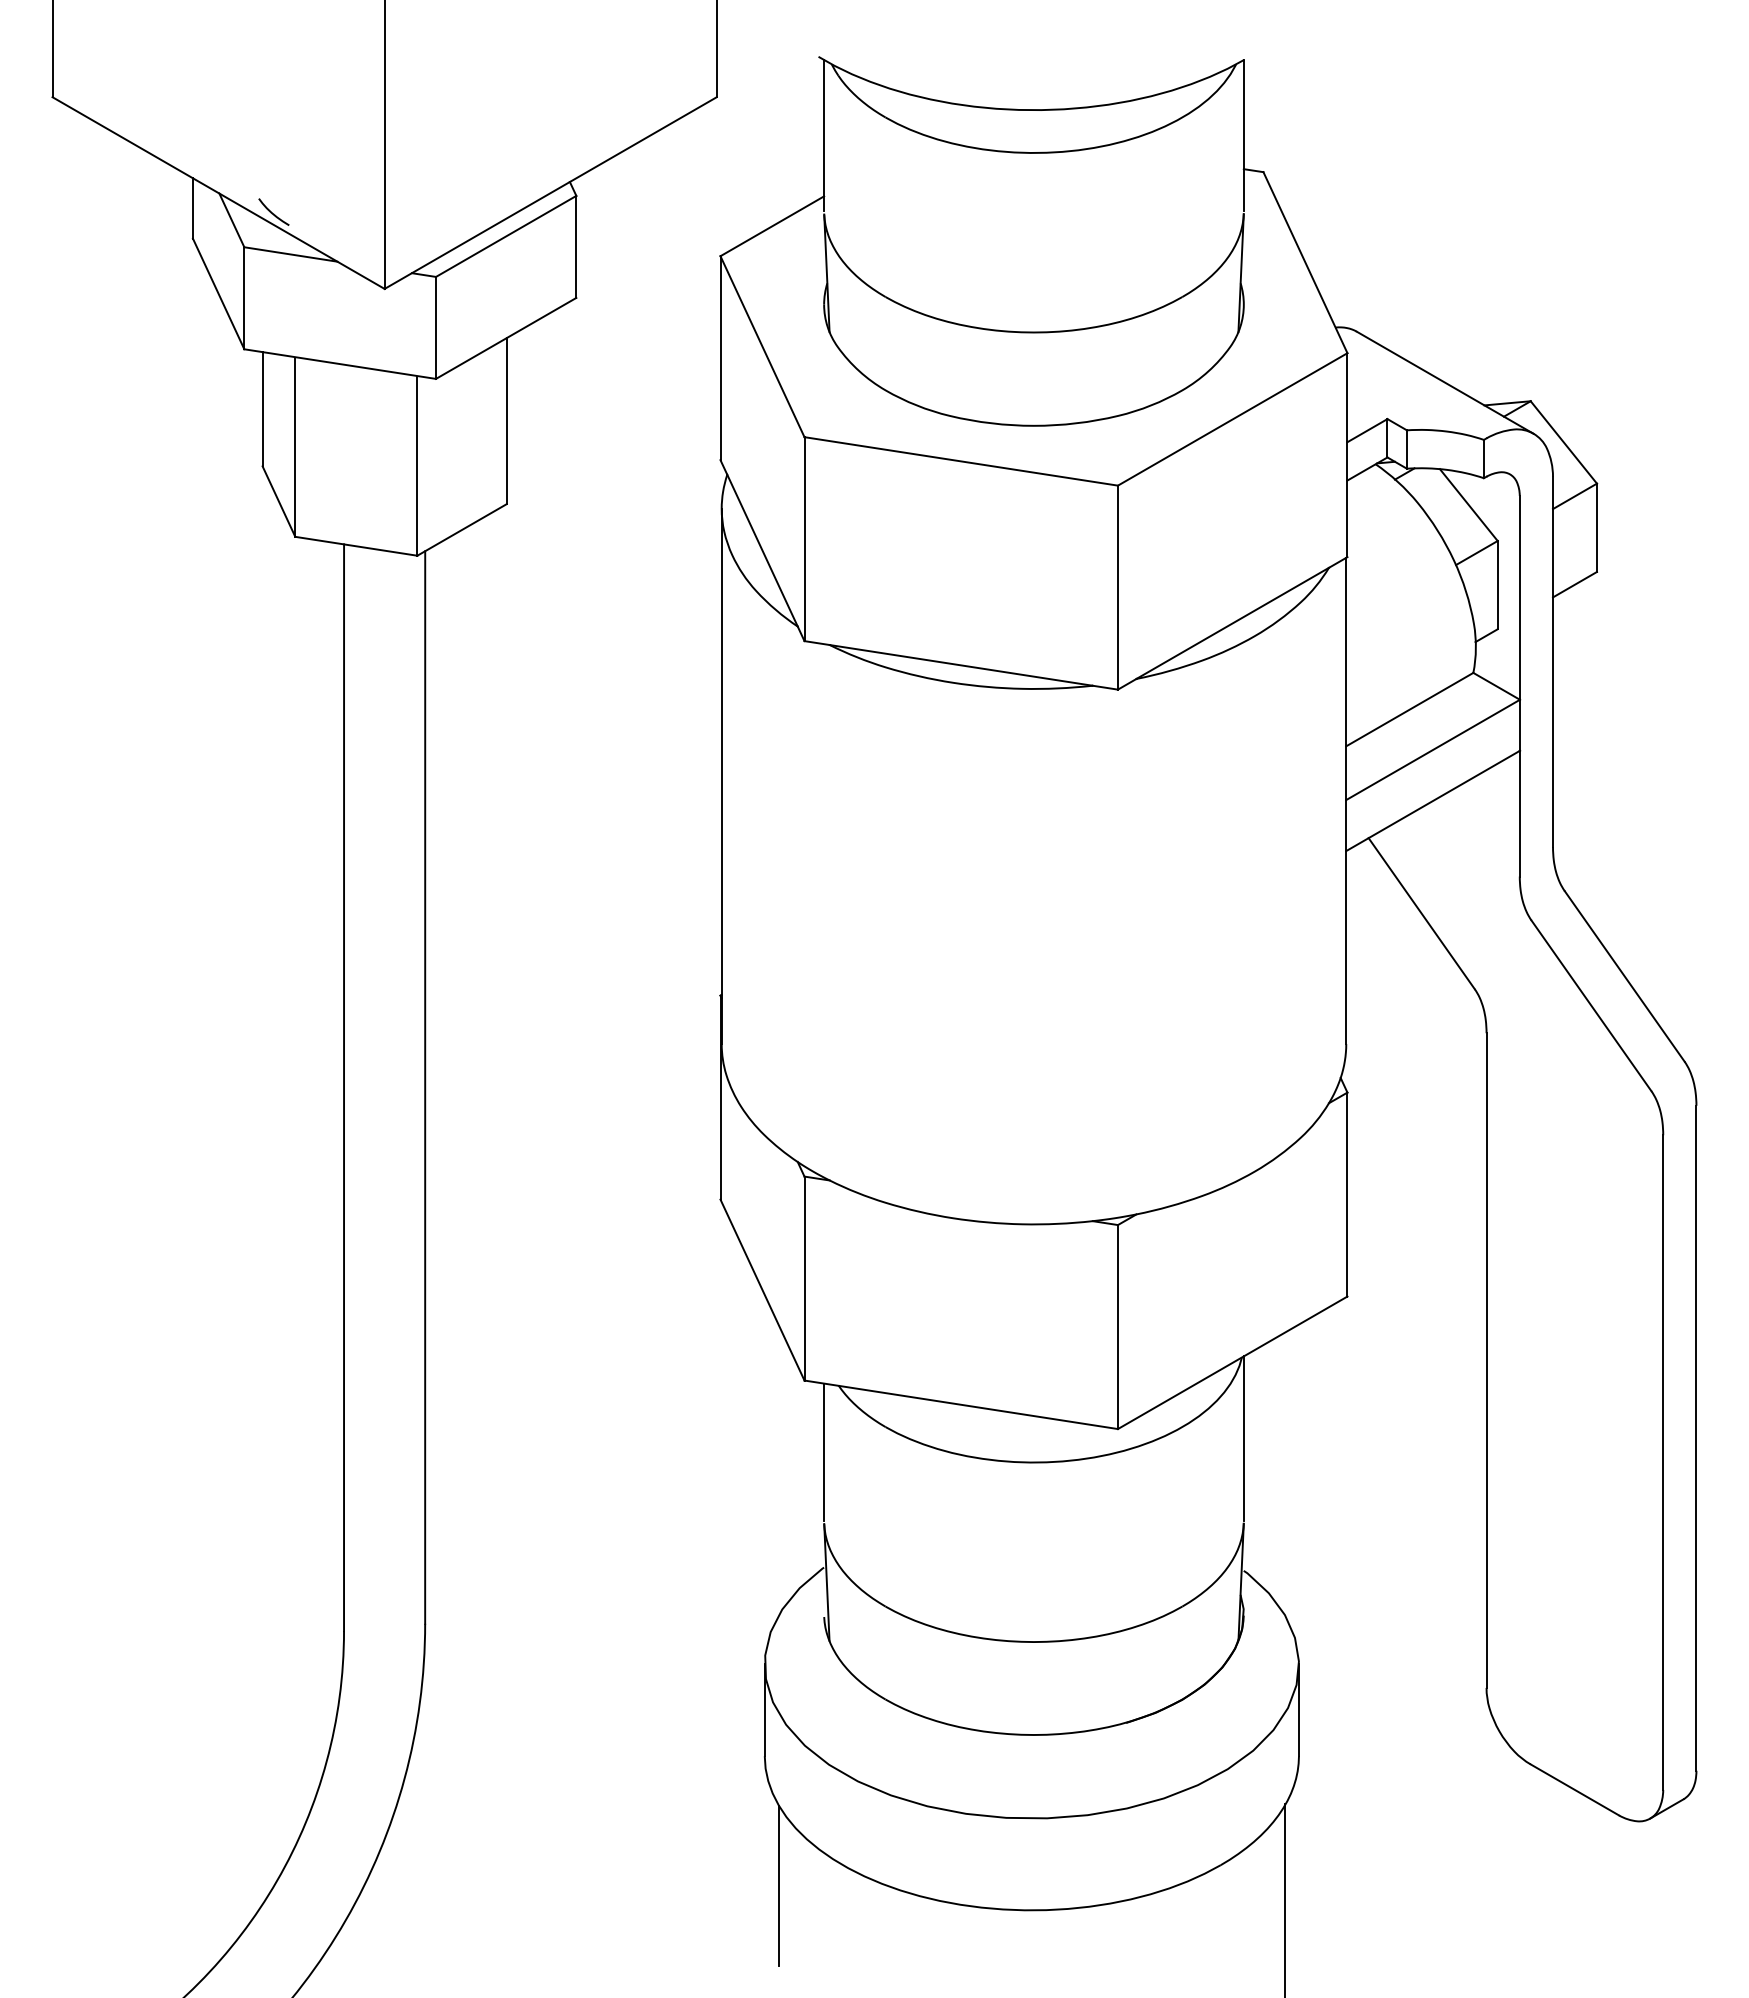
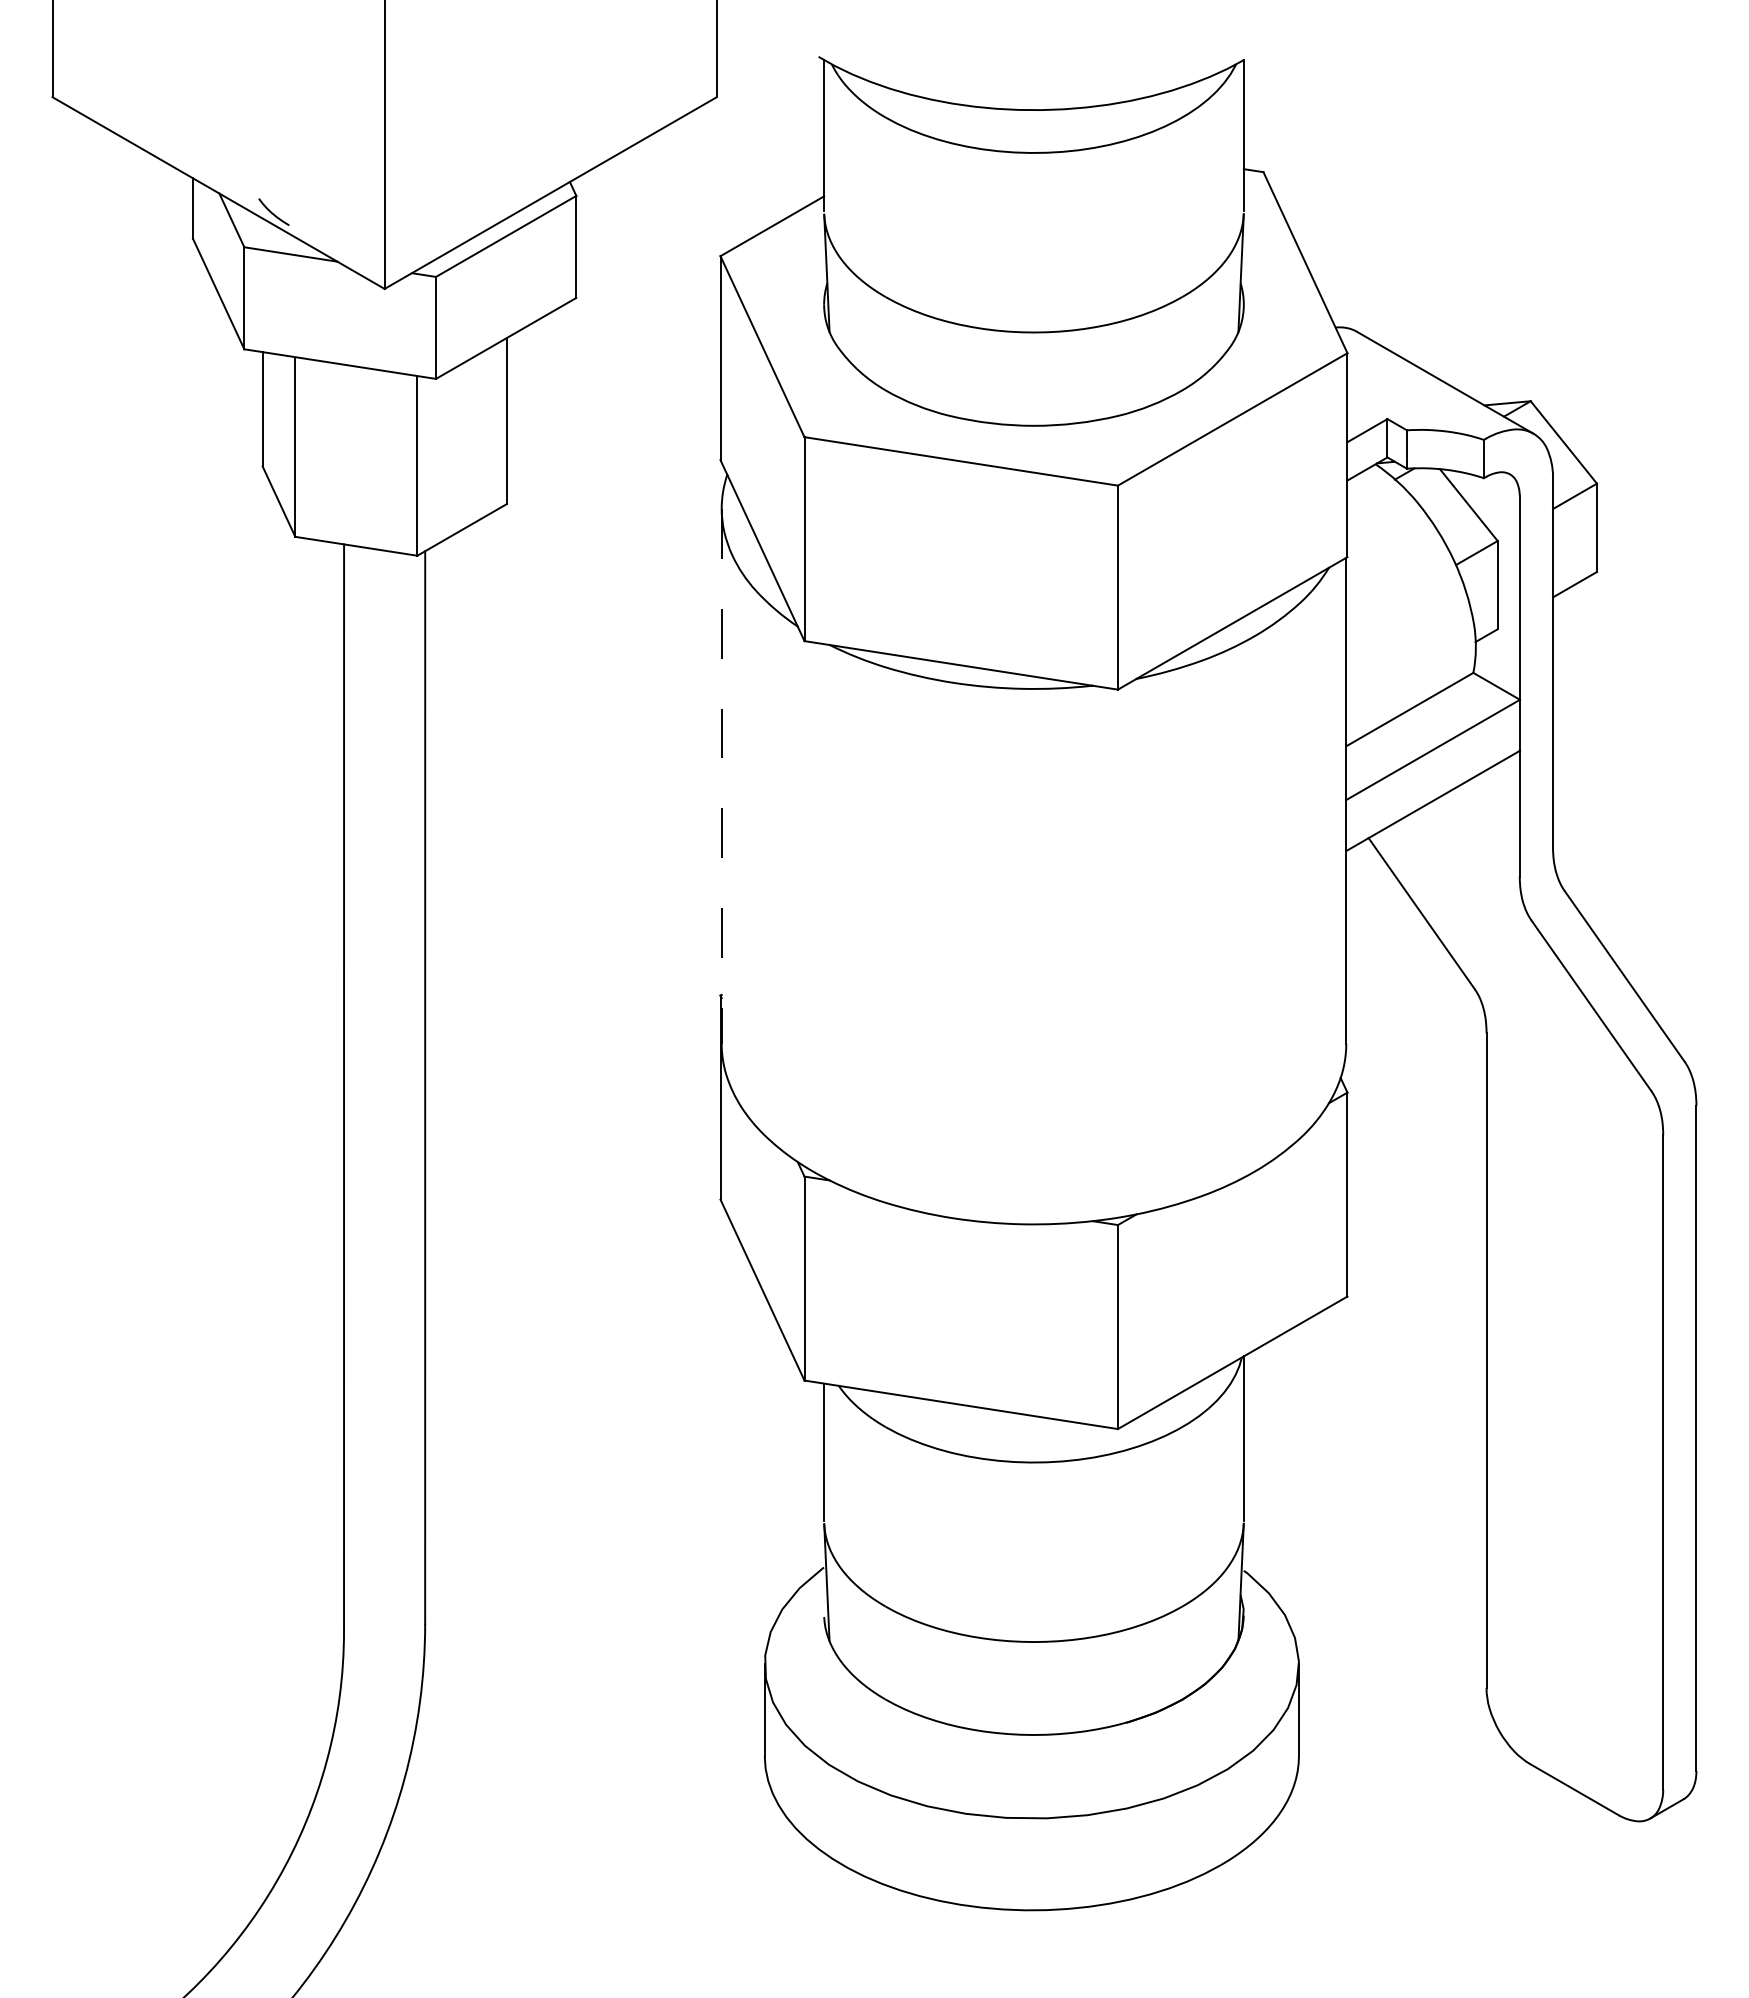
line at (721, 776): solid -> dashed
line at (779, 1885): present -> none
line at (1284, 1898): present -> none
